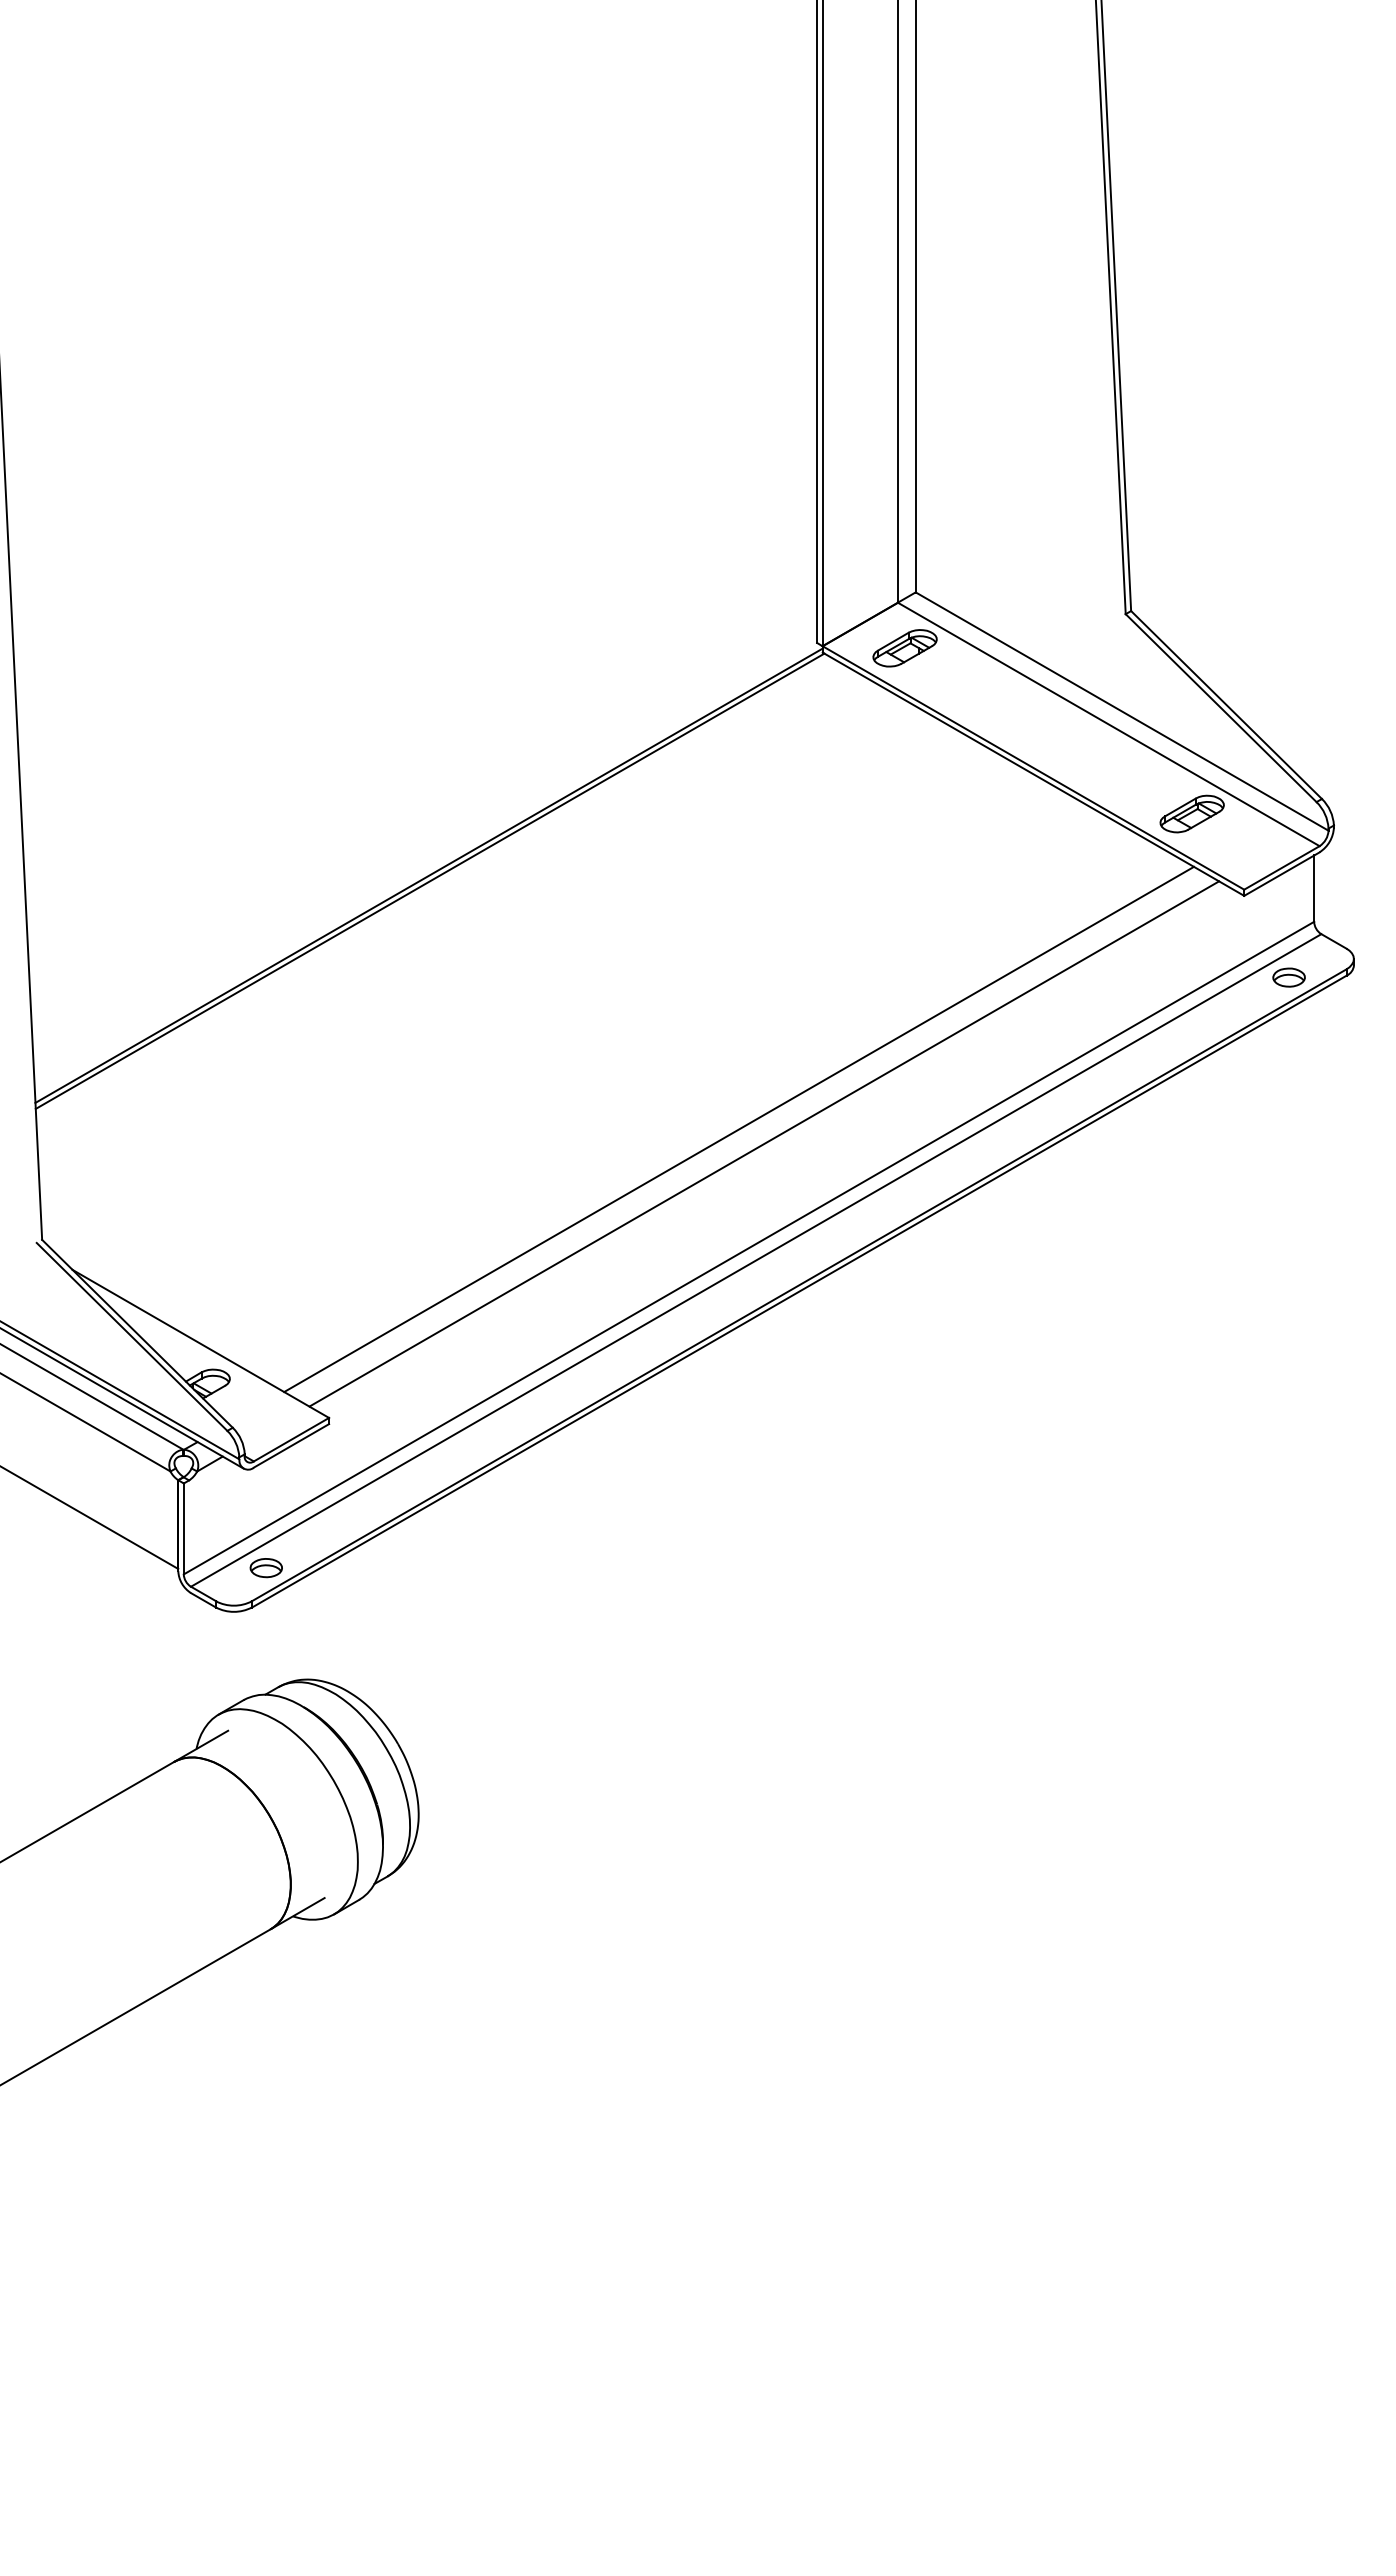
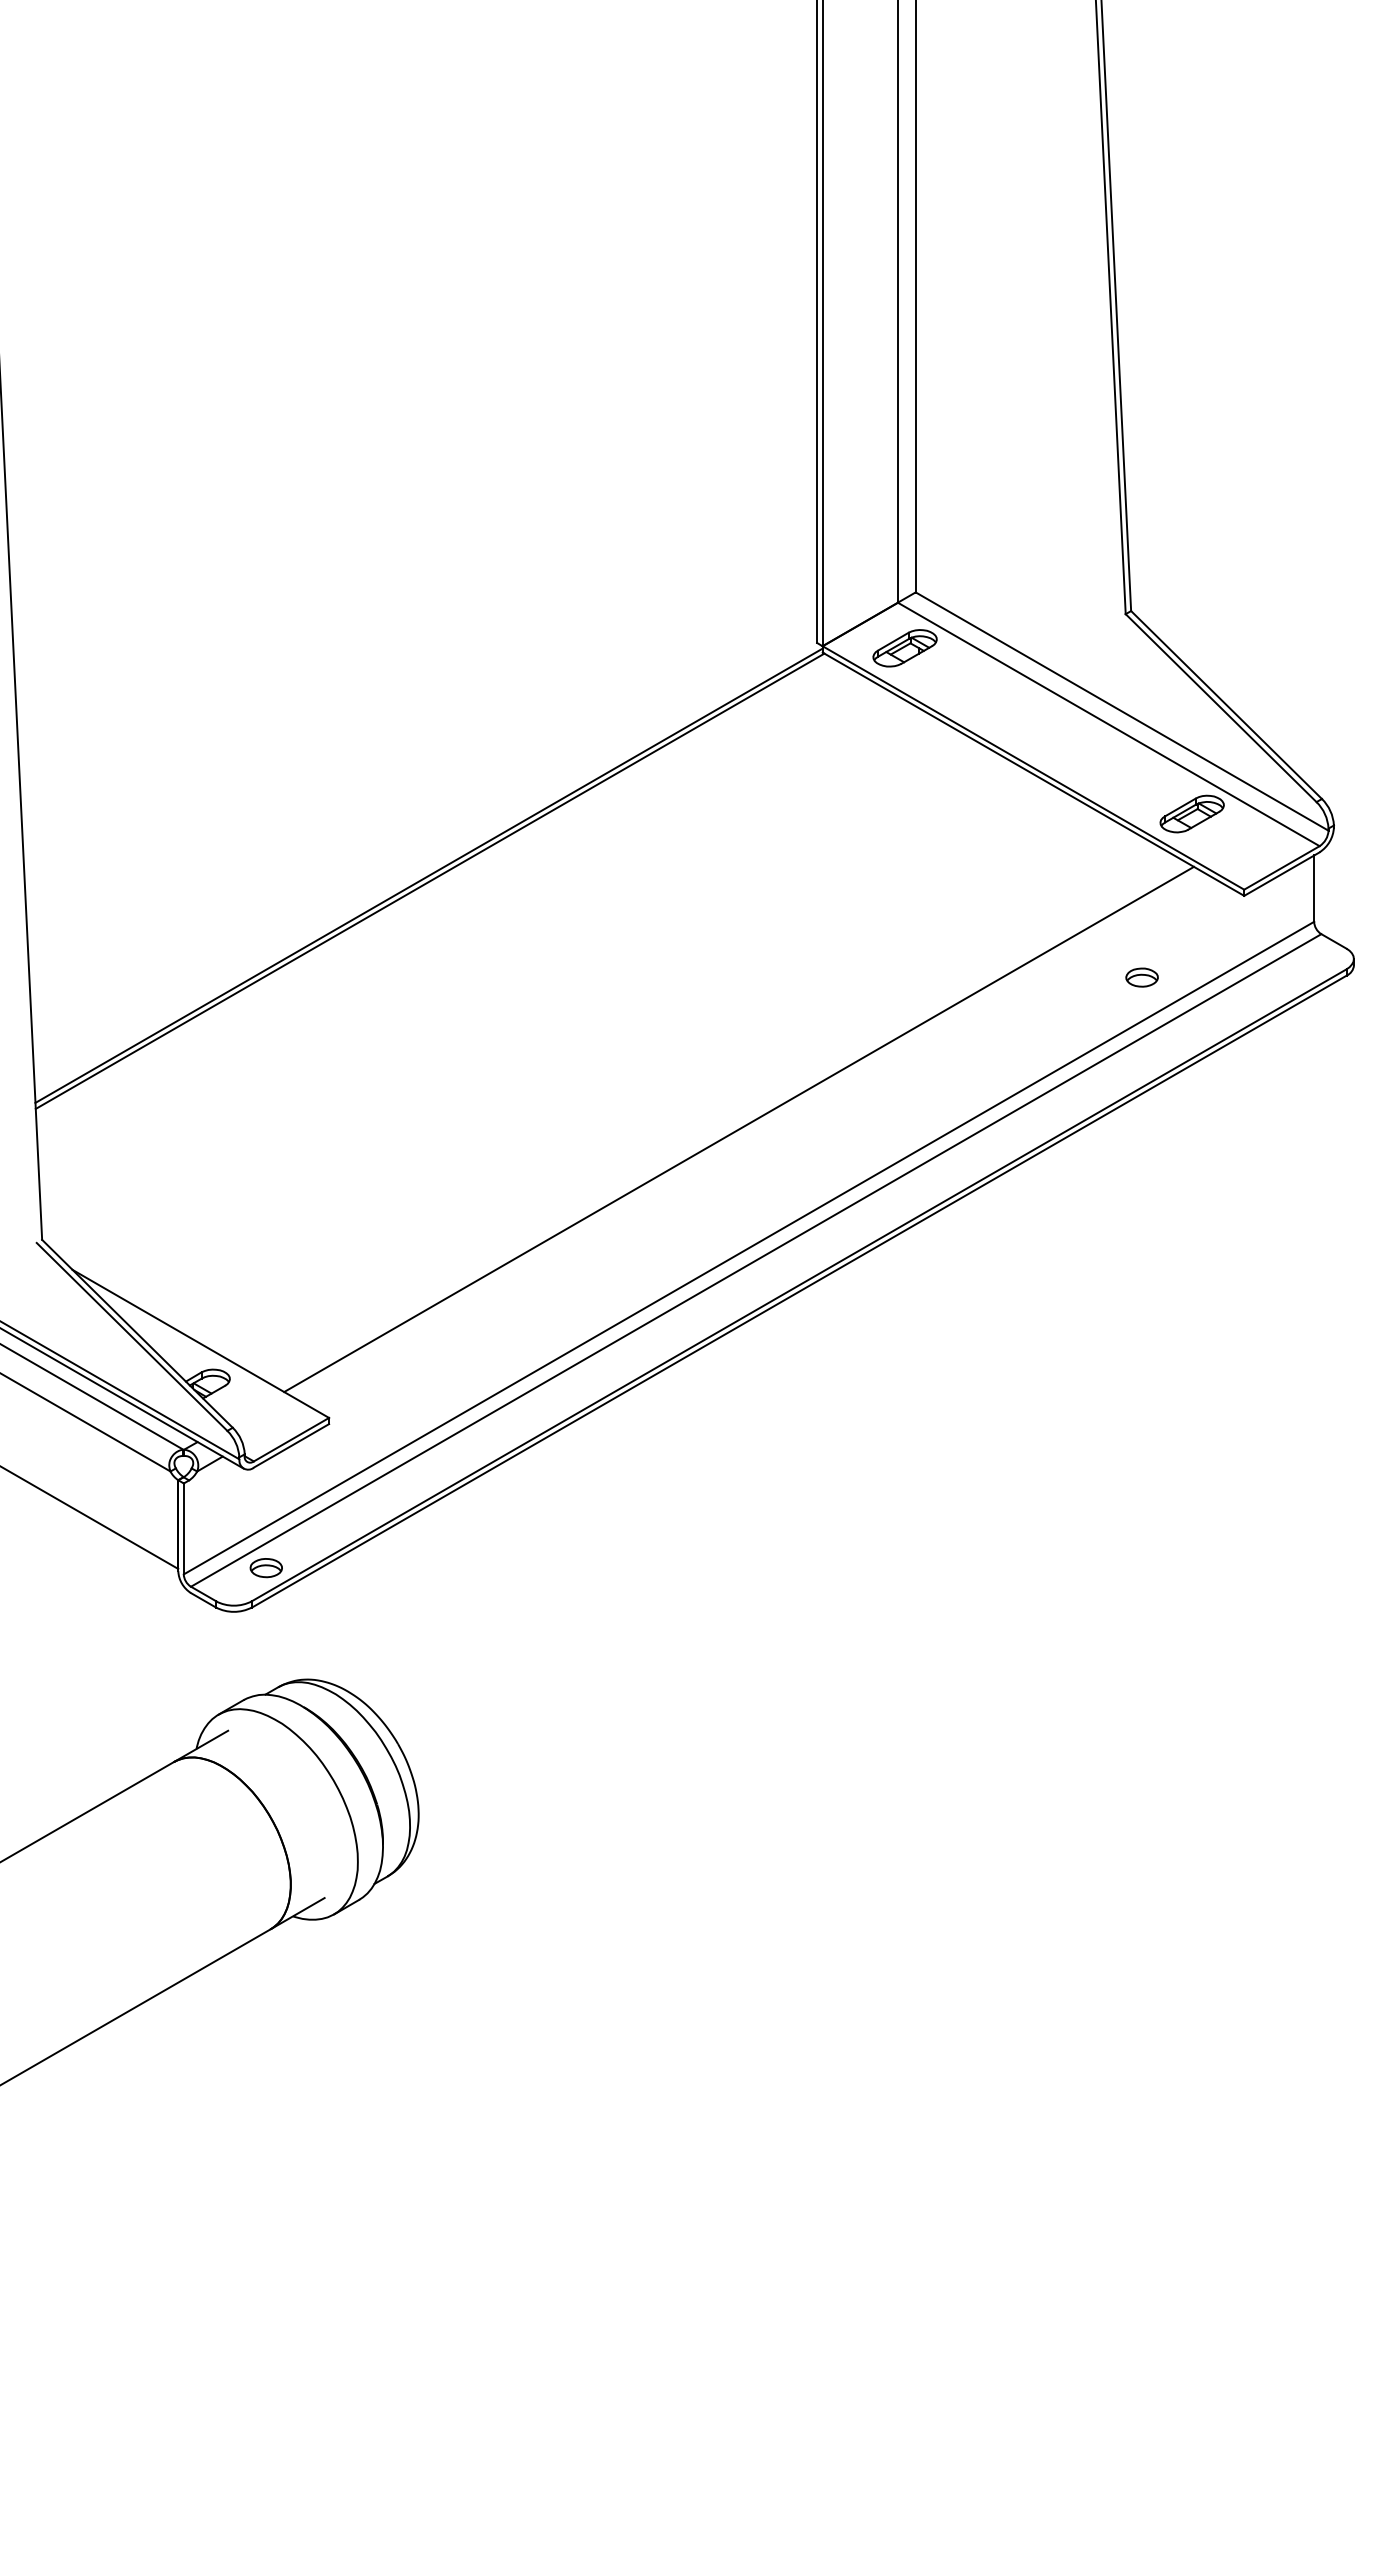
part at (1288, 977) position: (1288, 977) -> (1141, 977)
line at (764, 1143): present -> none
